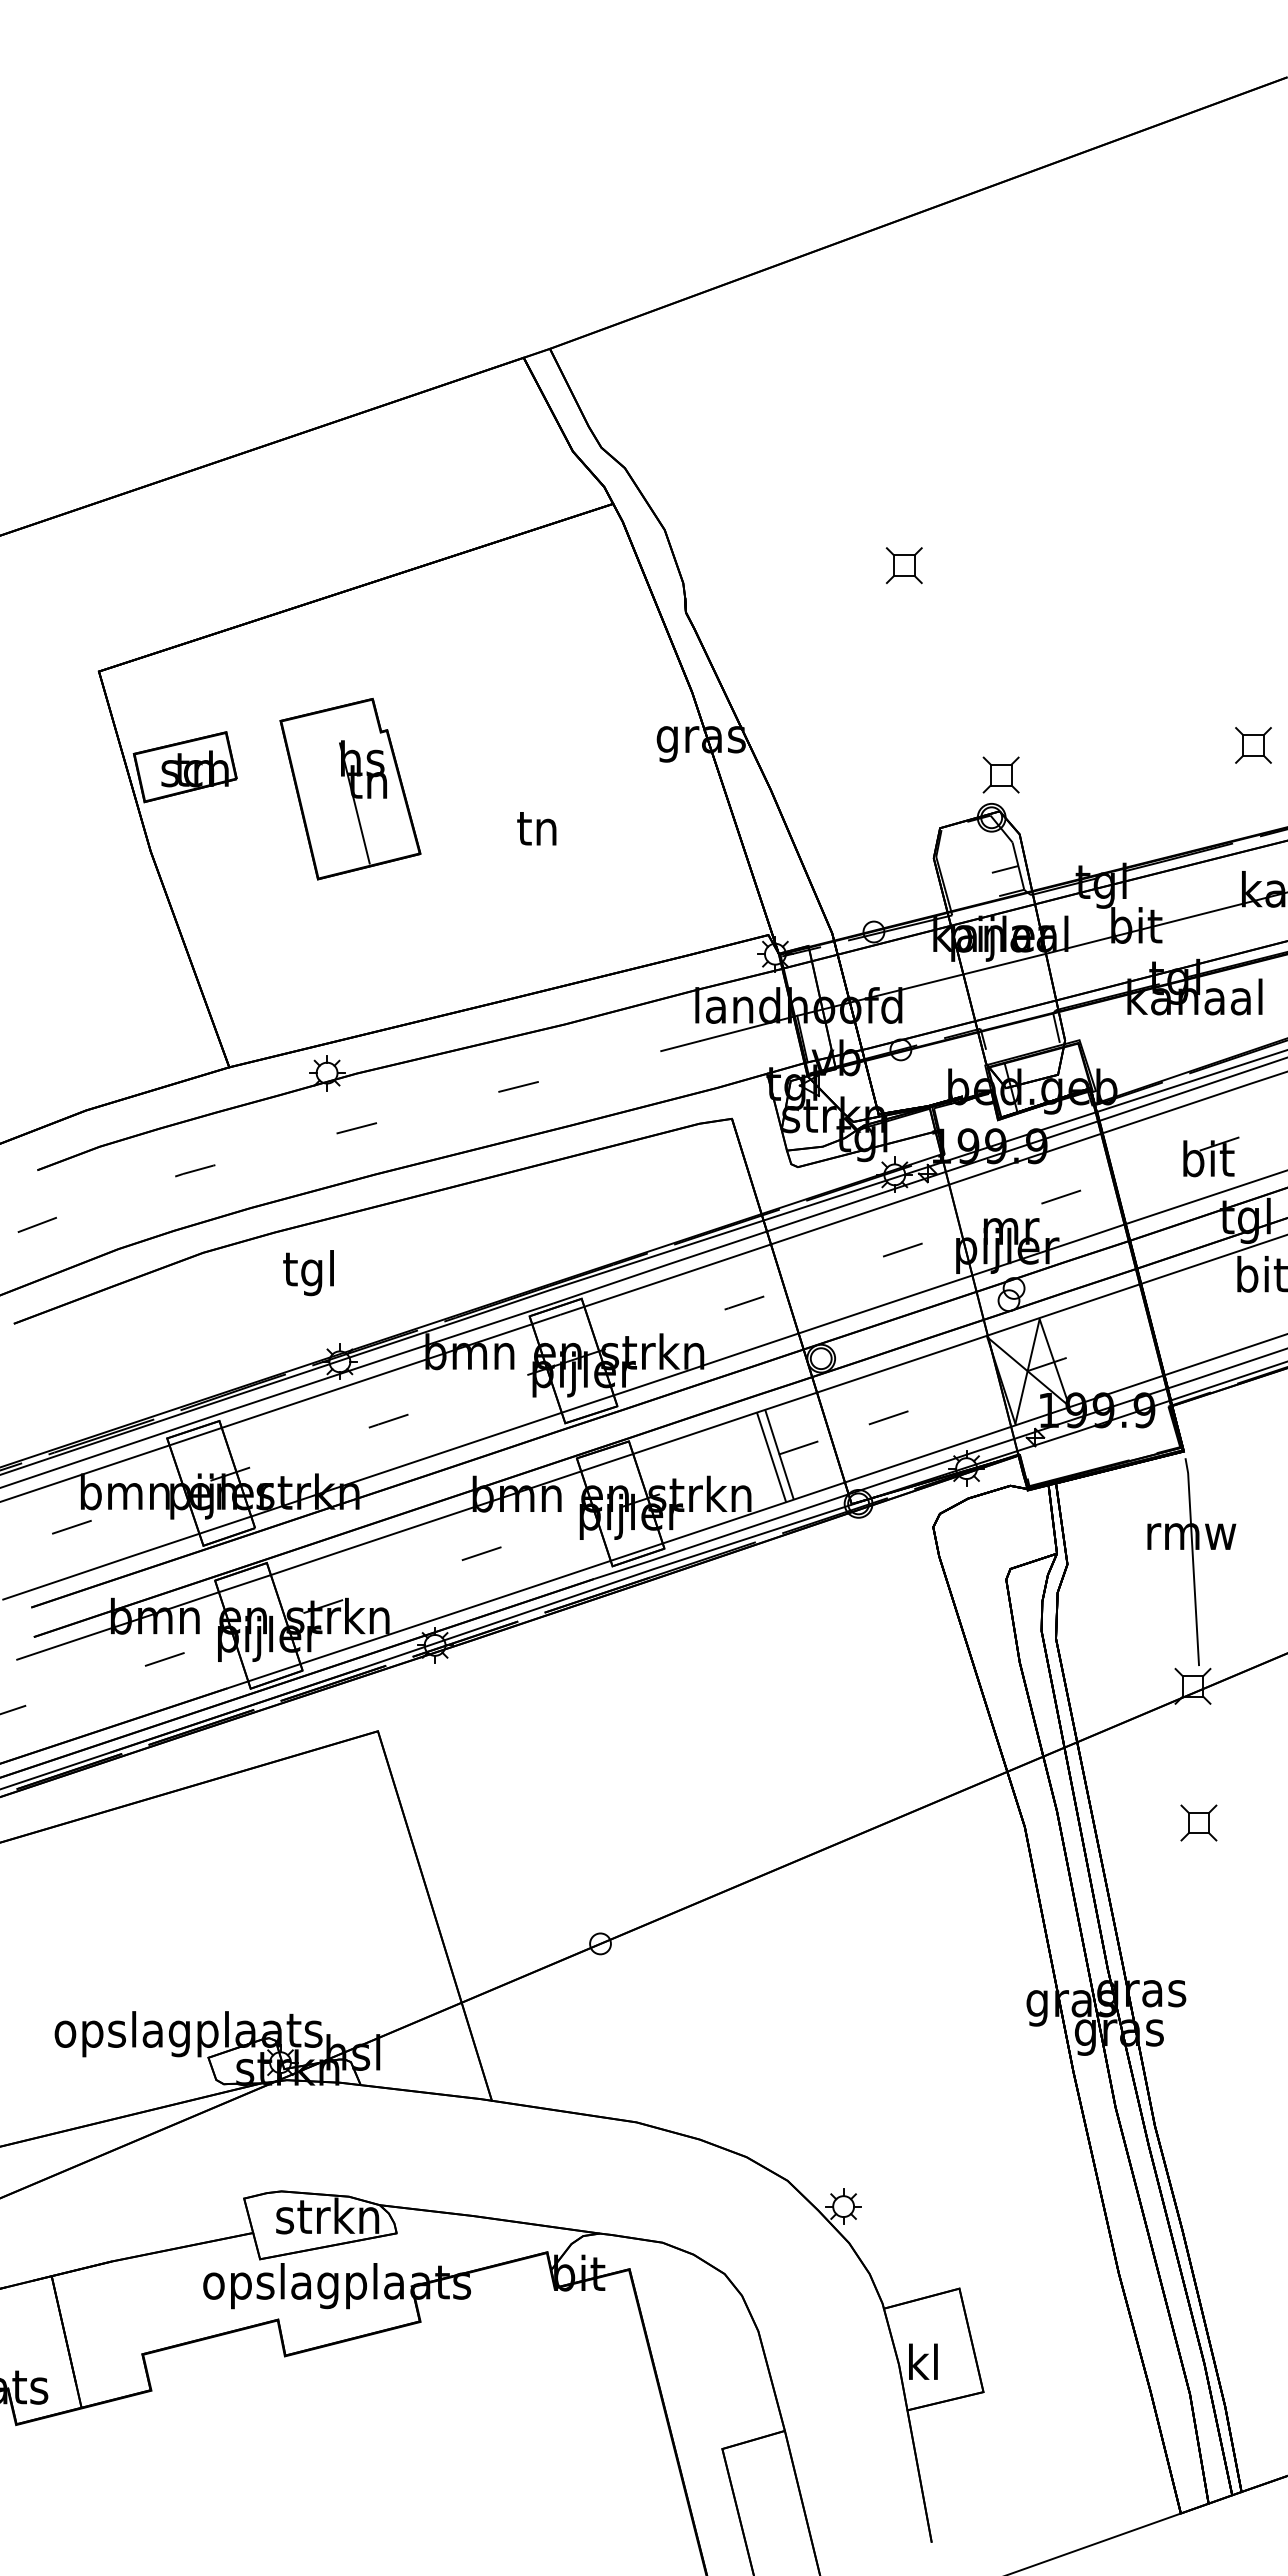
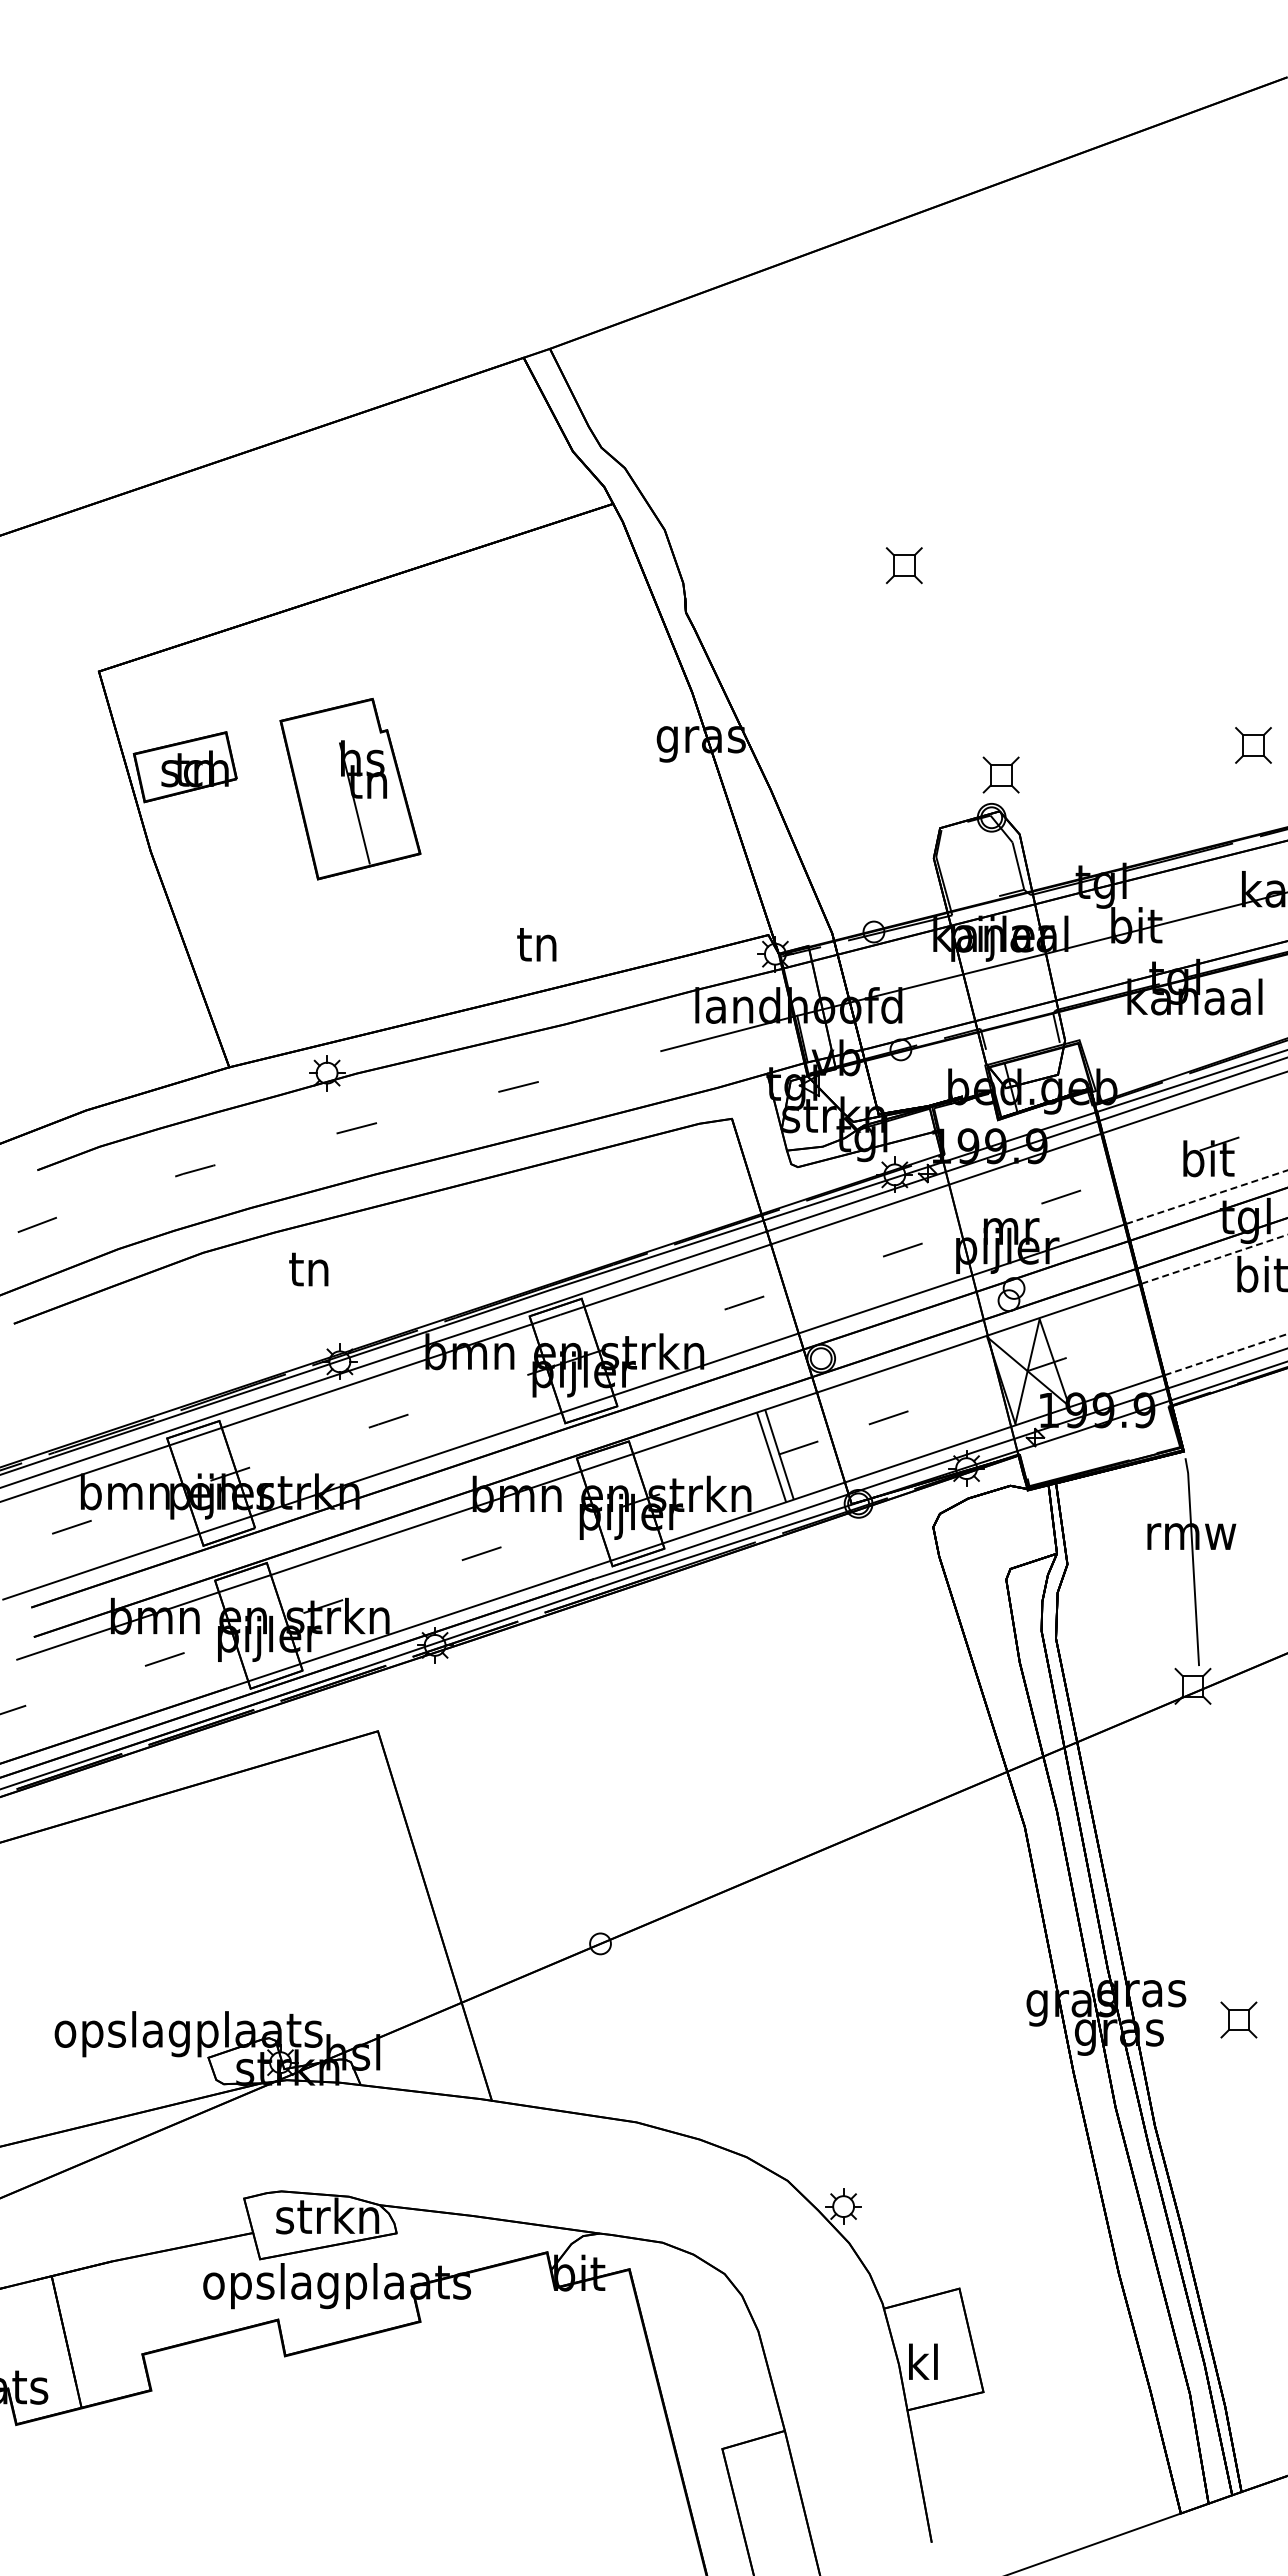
text at (536, 828) position: (536, 828) -> (536, 944)
line at (1004, 869): present -> none
line at (1206, 1197): solid -> dashed
line at (1213, 1259): solid -> dashed
text at (308, 1273): tgl -> tn
line at (1224, 1355): solid -> dashed
part at (1198, 1822) position: (1198, 1822) -> (1238, 2019)
